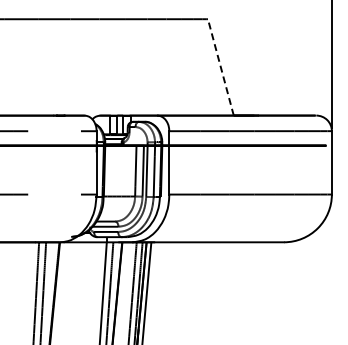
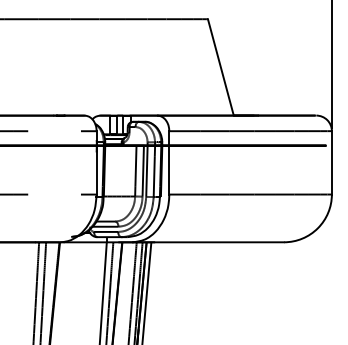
line at (220, 67): dashed -> solid
